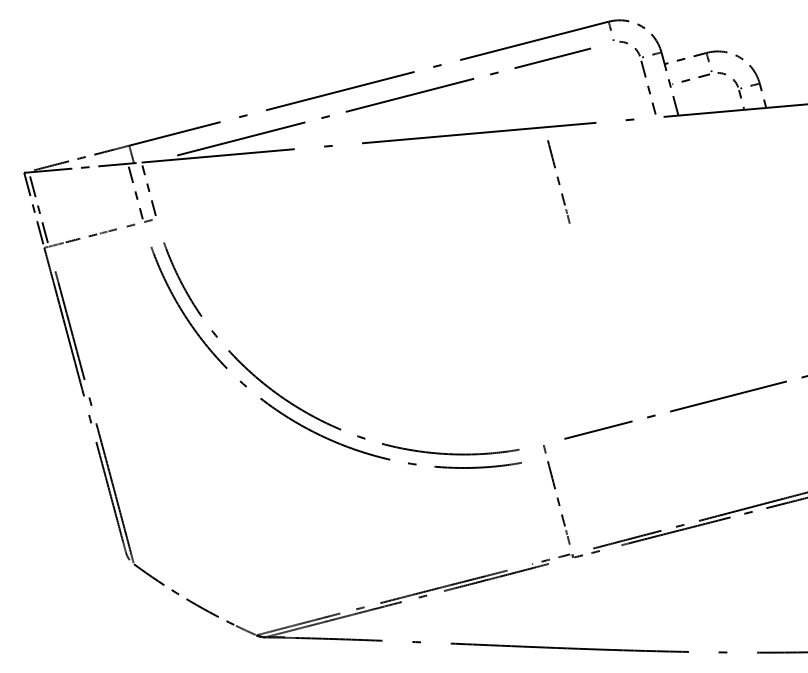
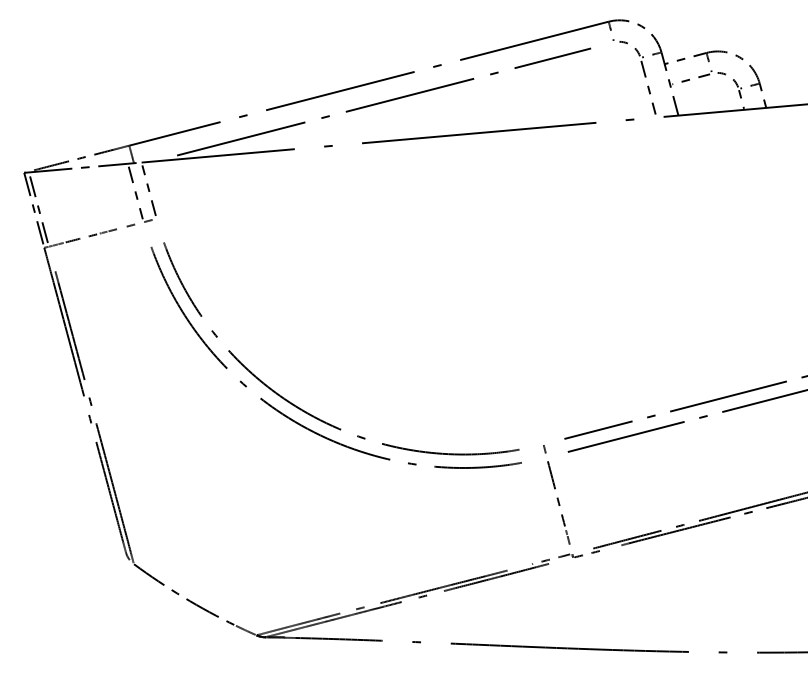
part at (558, 181): present -> none
line at (685, 421): none -> present
